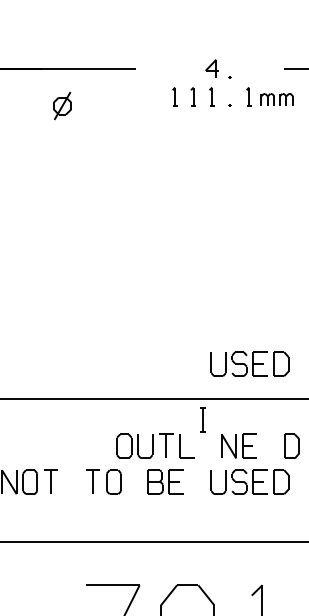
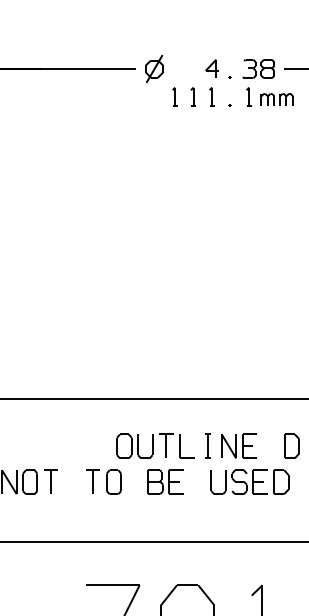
part at (258, 68): none -> present
part at (62, 105) position: (62, 105) -> (154, 68)
part at (249, 363): present -> none
part at (202, 419) position: (202, 419) -> (207, 445)
